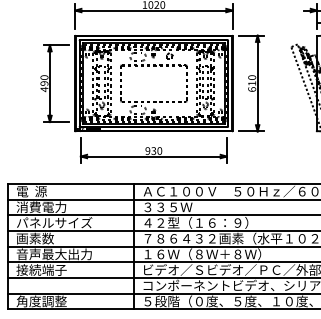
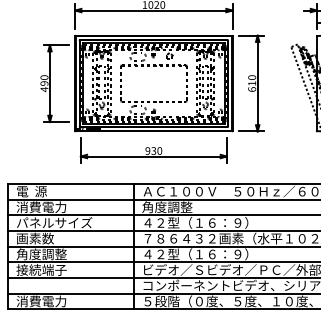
text at (167, 207): ３３５Ｗ -> 角度調整
text at (53, 254): 音声最大出力 -> 角度調整
text at (202, 254): １６Ｗ（８Ｗ＋８Ｗ） -> ４２型（１６：９）
text at (41, 301): 角度調整 -> 消費電力
